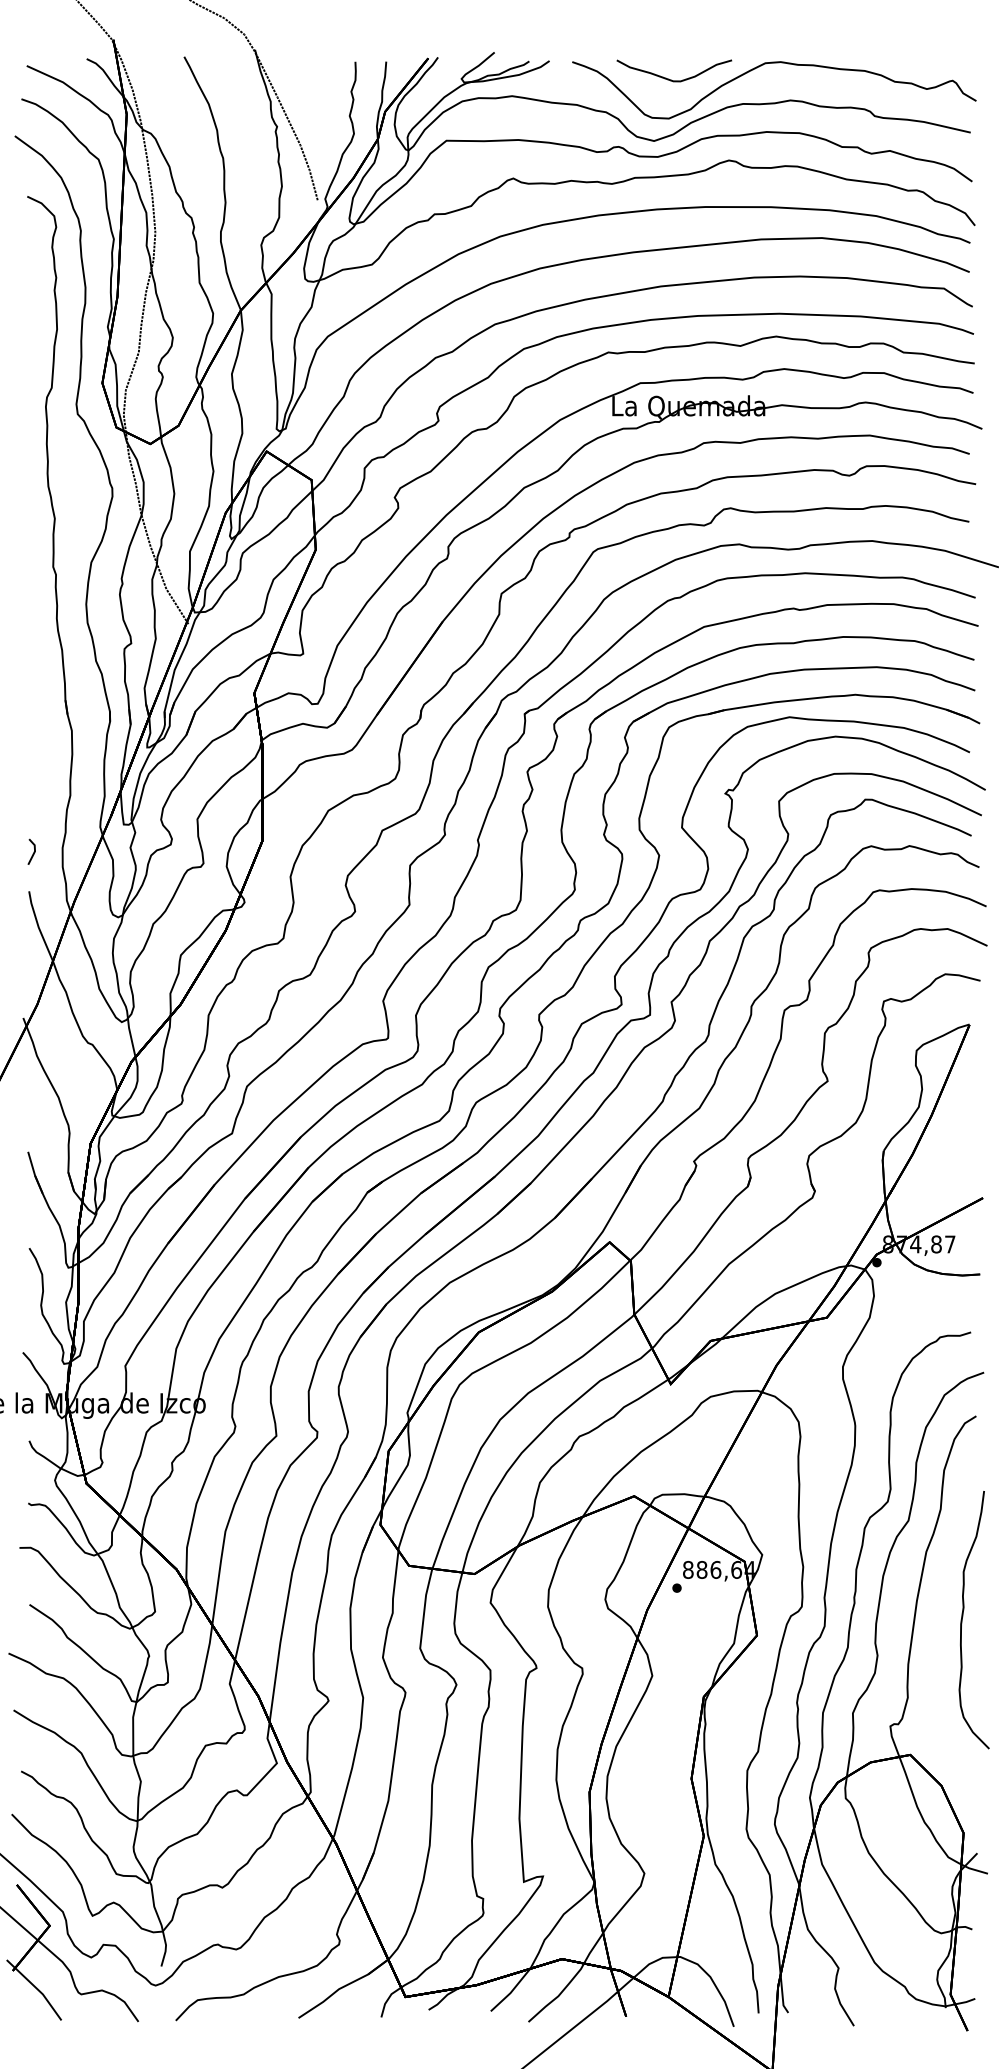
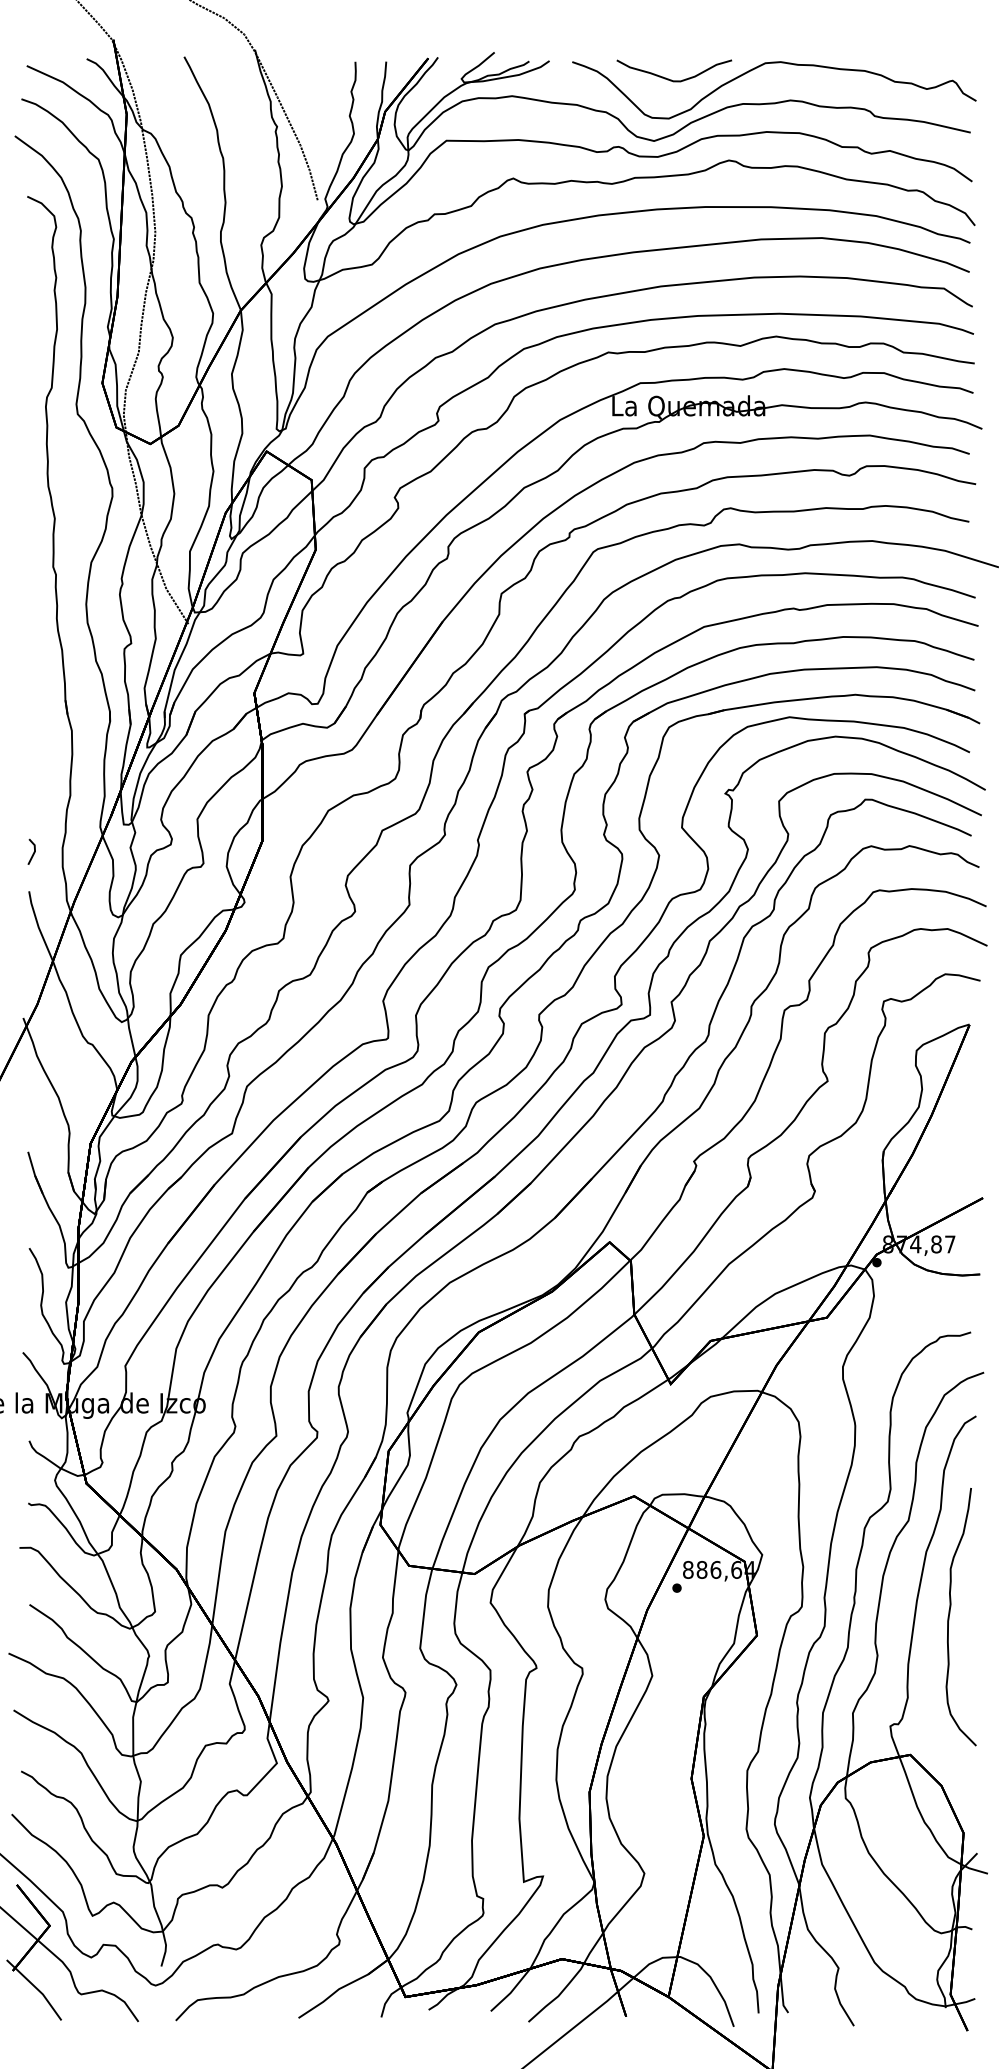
curve at (963, 1616) position: (963, 1616) -> (950, 1613)
